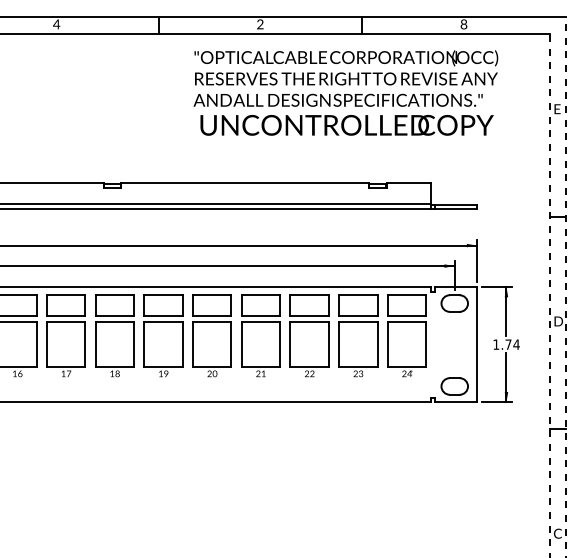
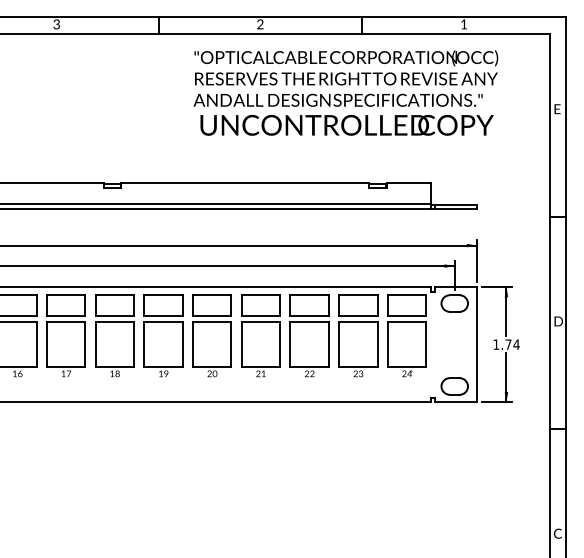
text at (56, 24): 4 -> 3
text at (463, 24): 8 -> 1
line at (566, 286): dashed -> solid
line at (549, 295): dashed -> solid
